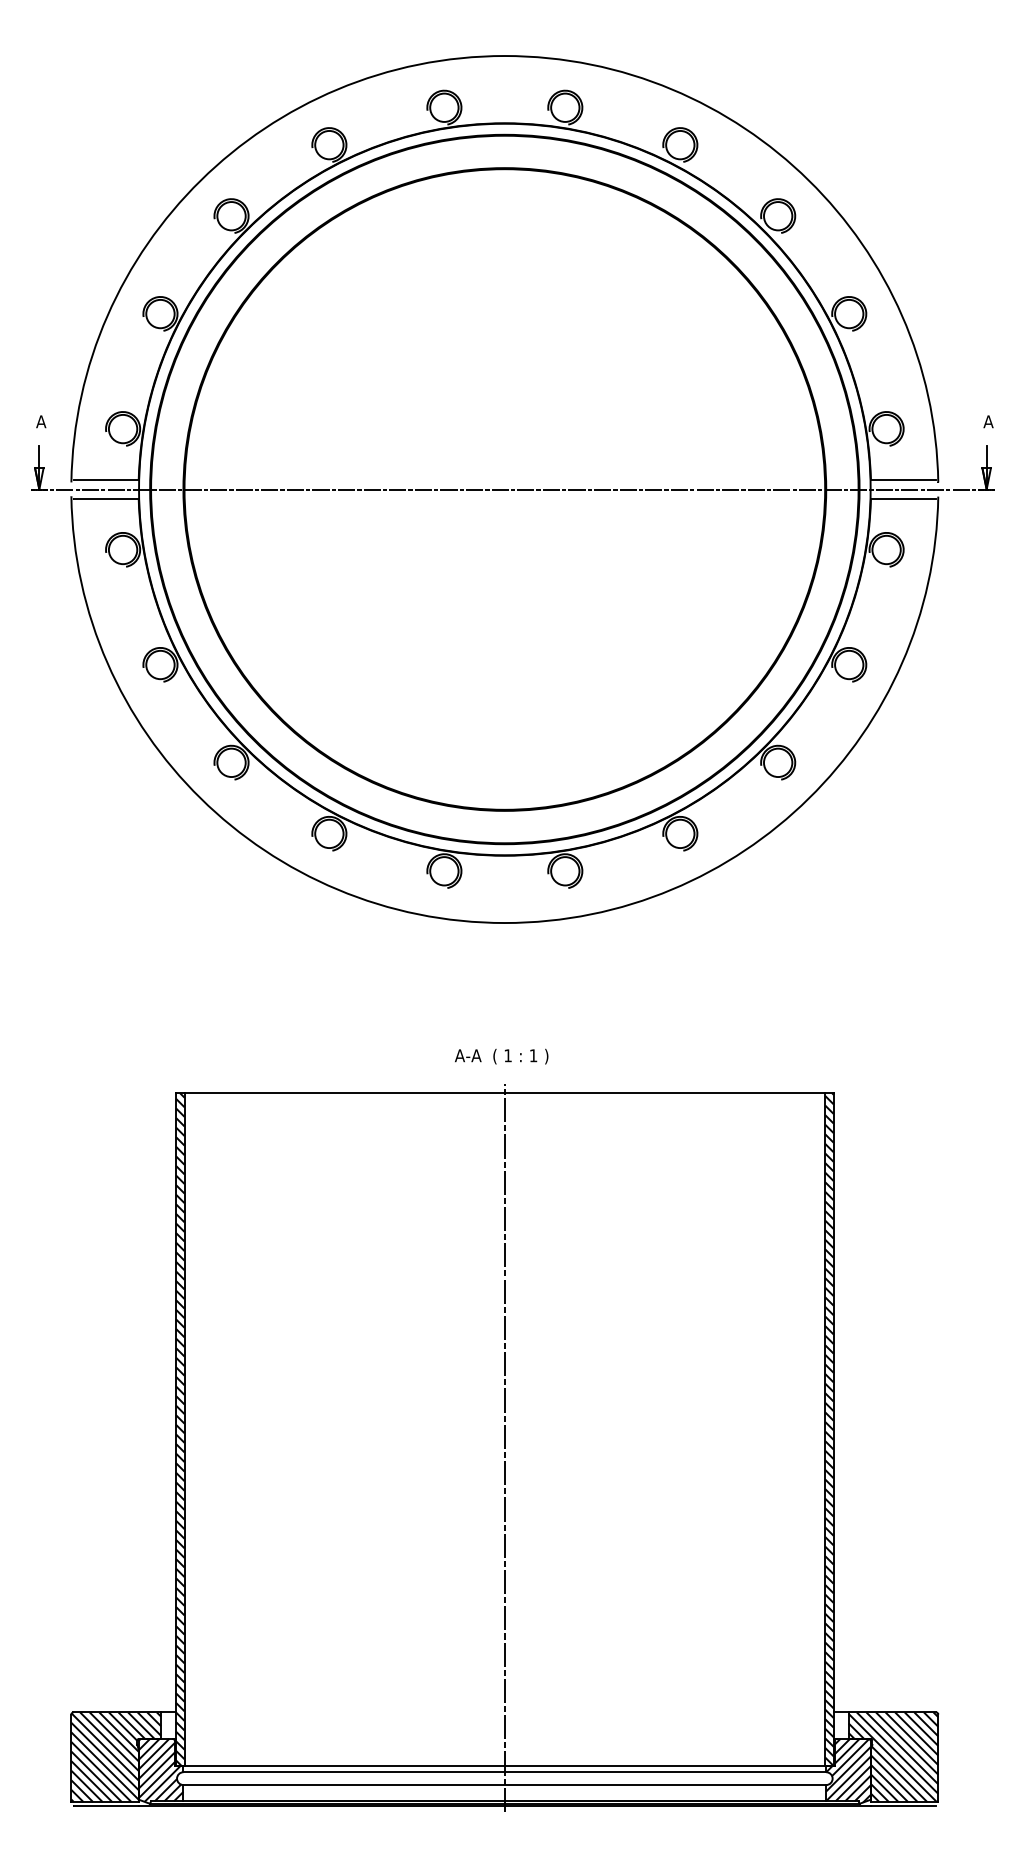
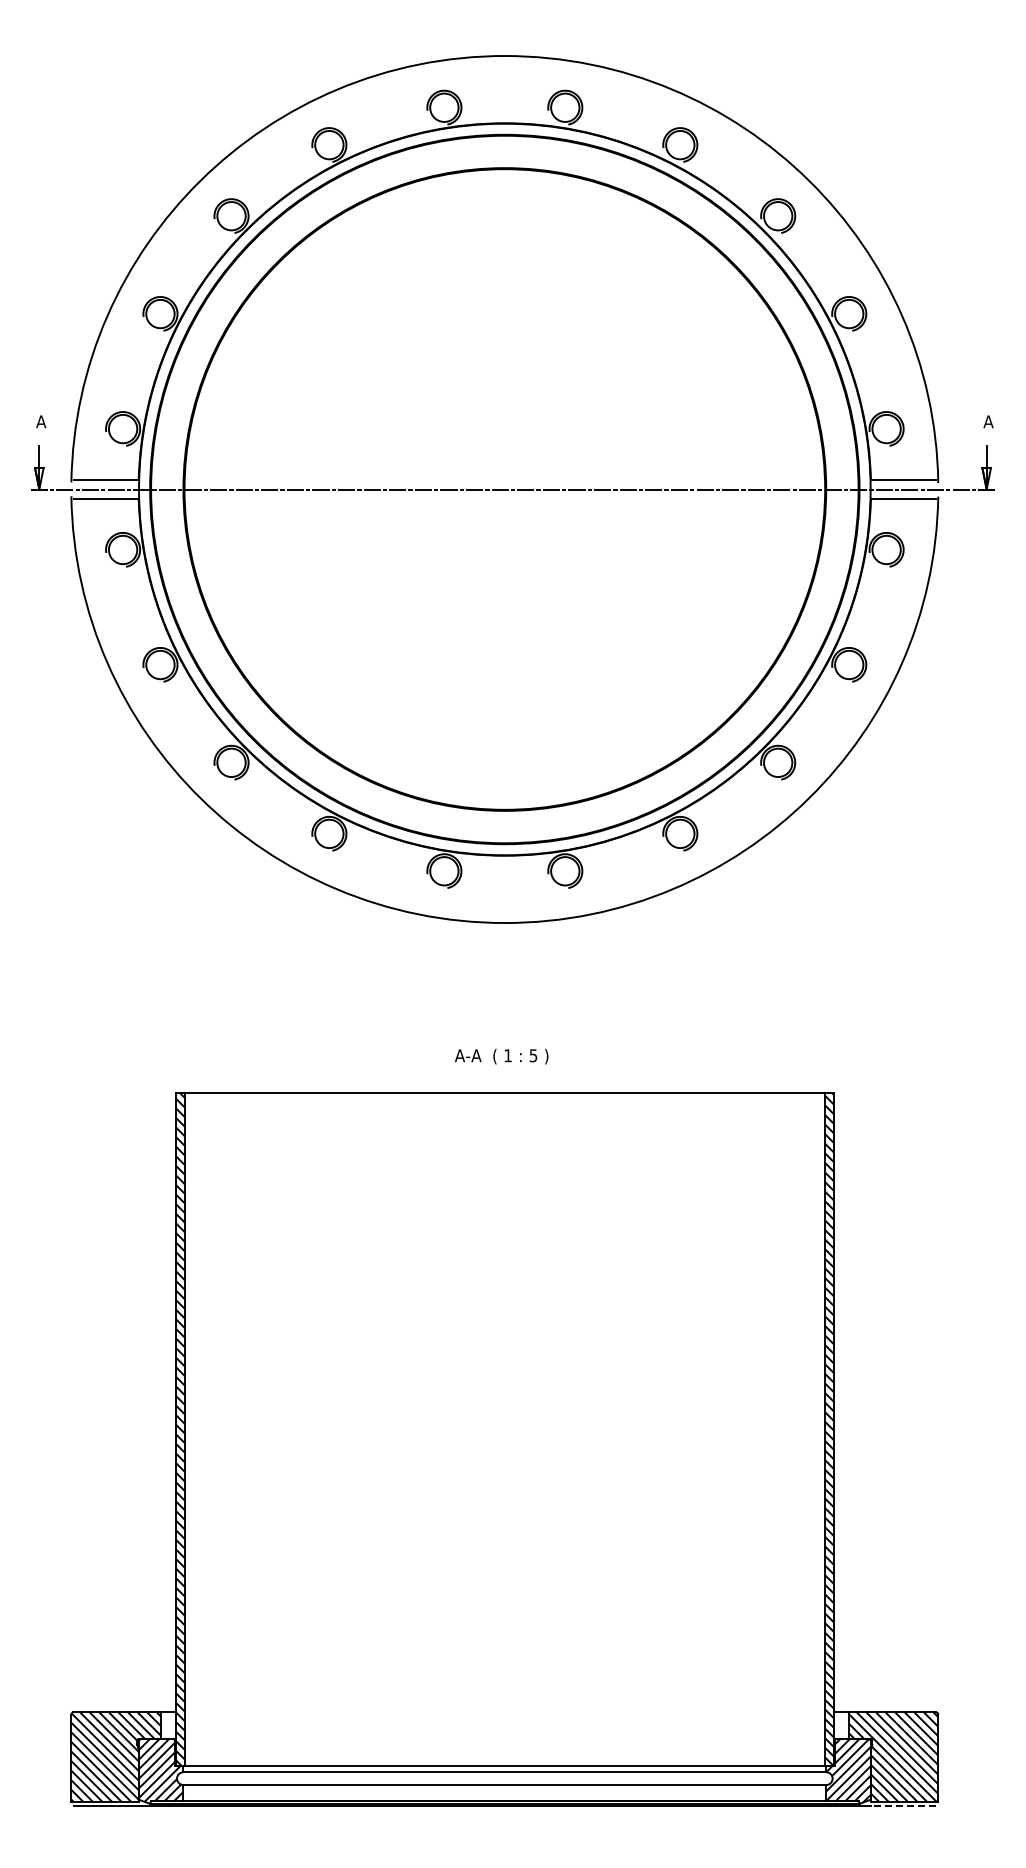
text at (533, 1055): 1 -> 5
line at (504, 1447): present -> none
line at (903, 1806): solid -> dashed
